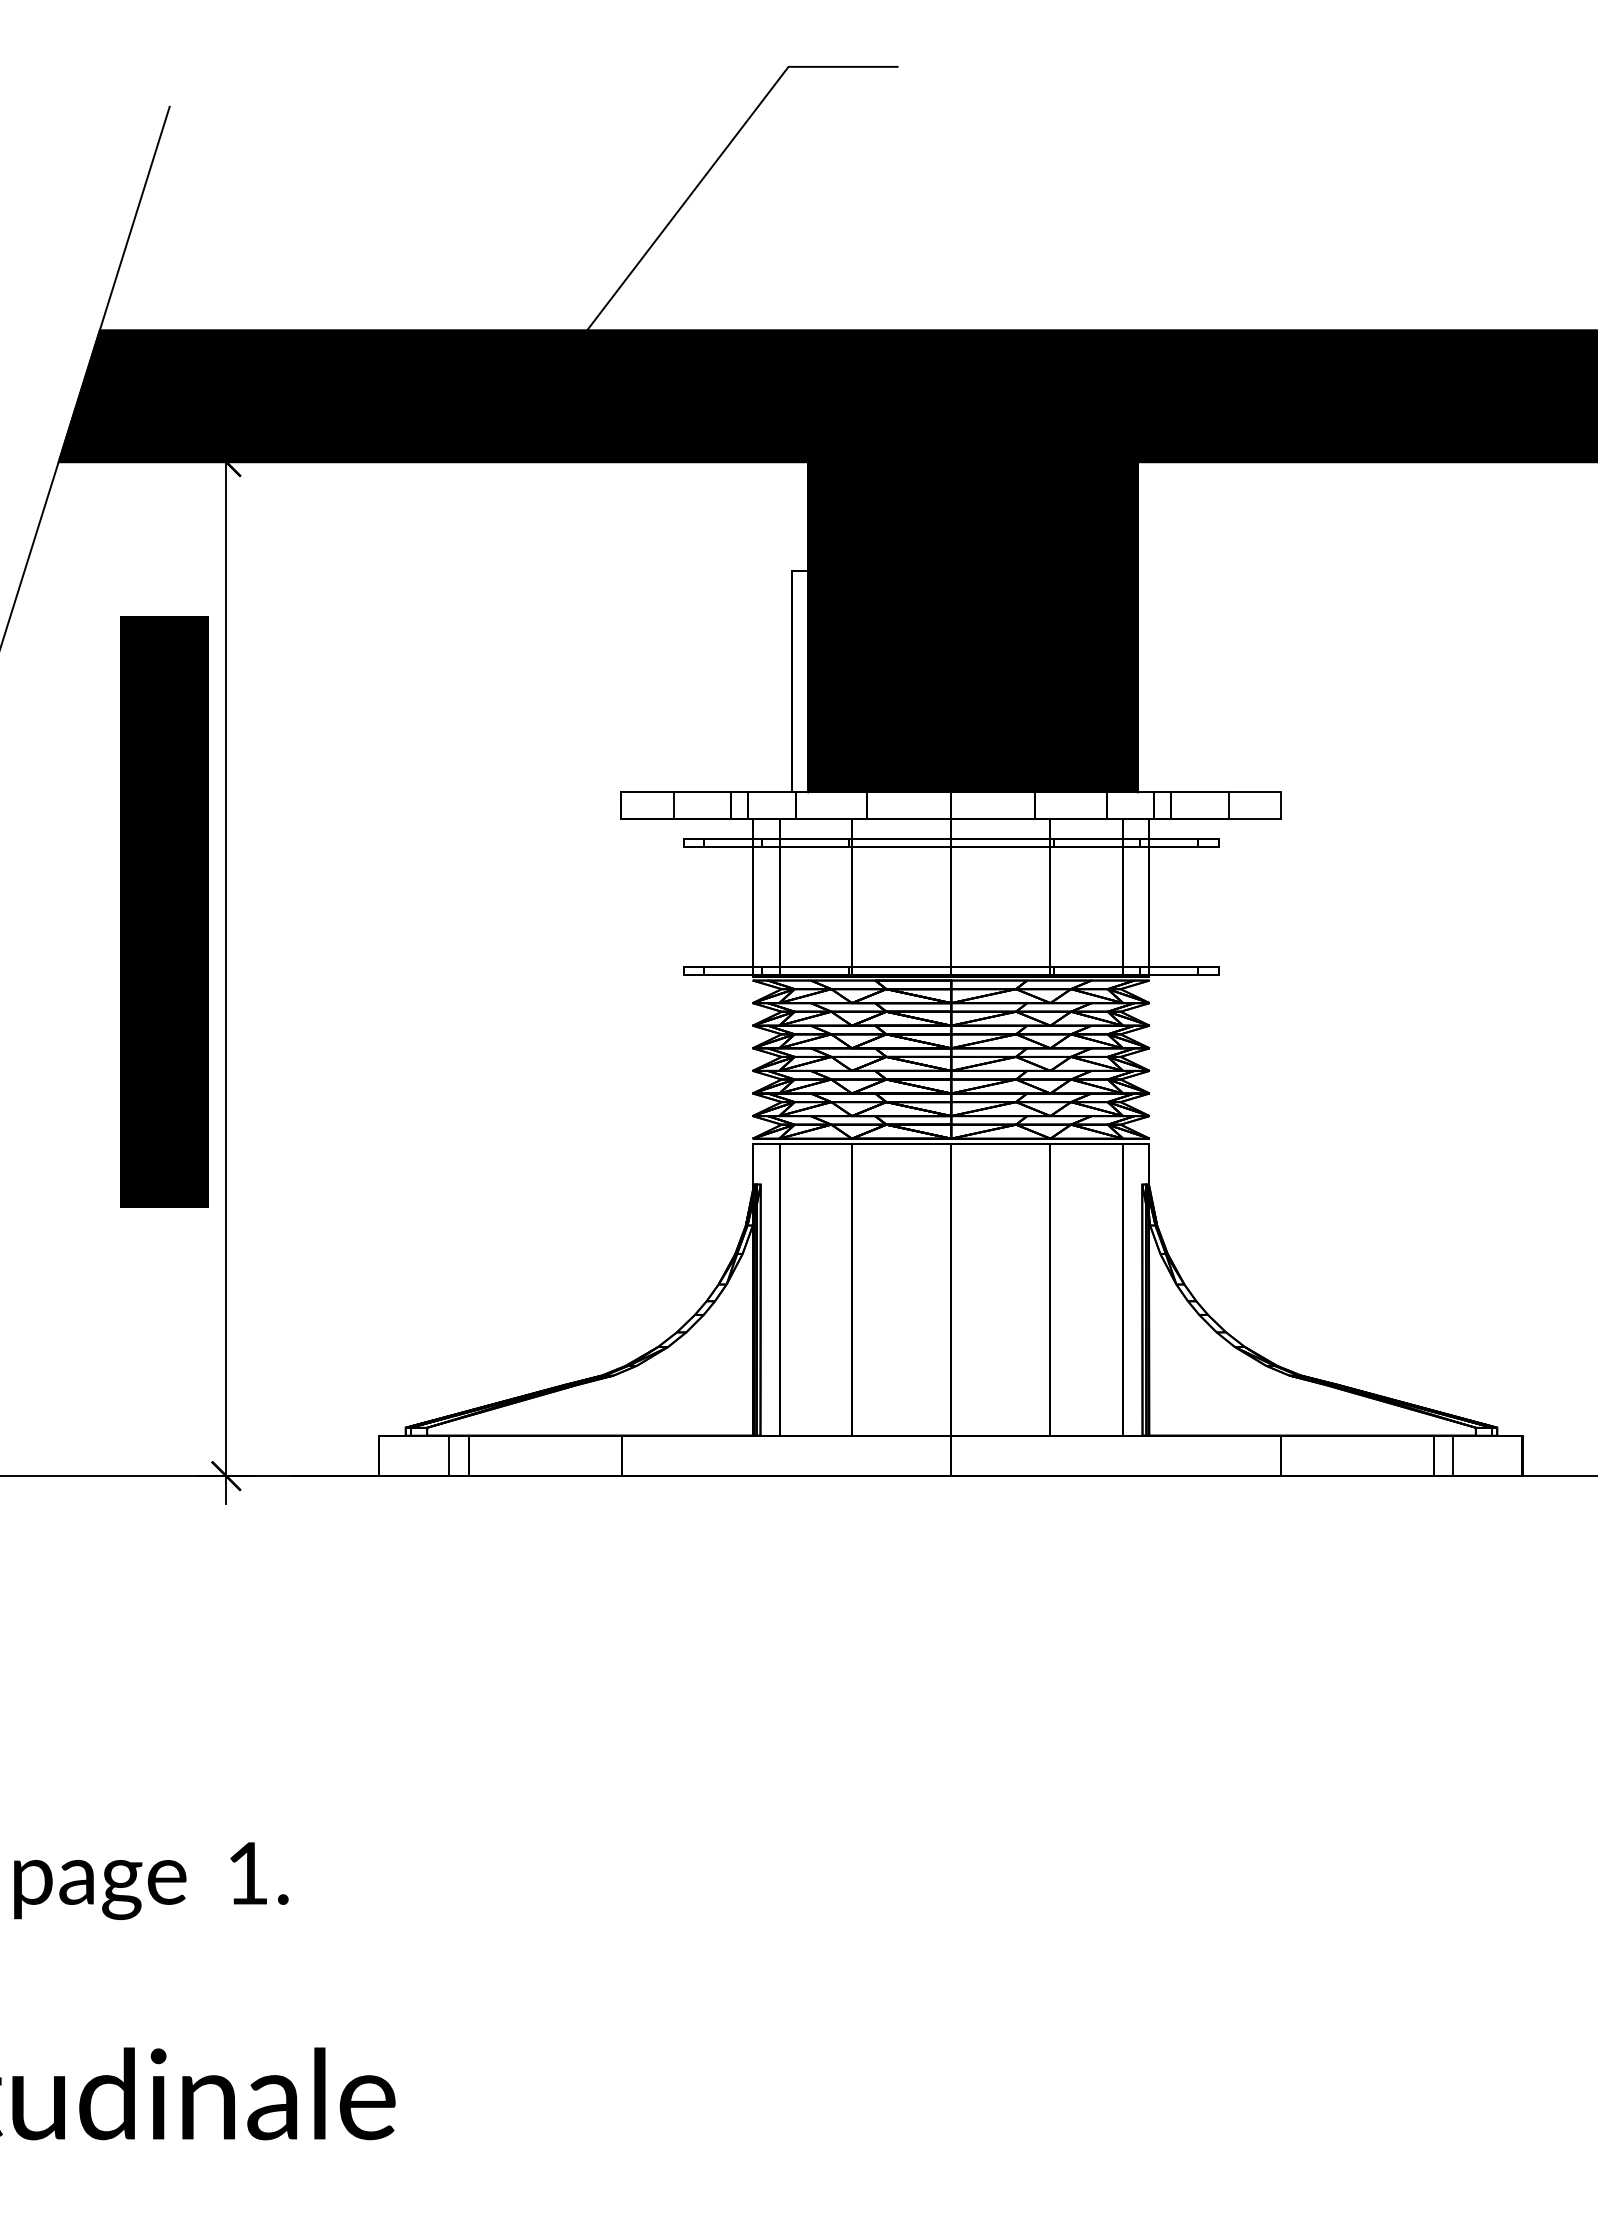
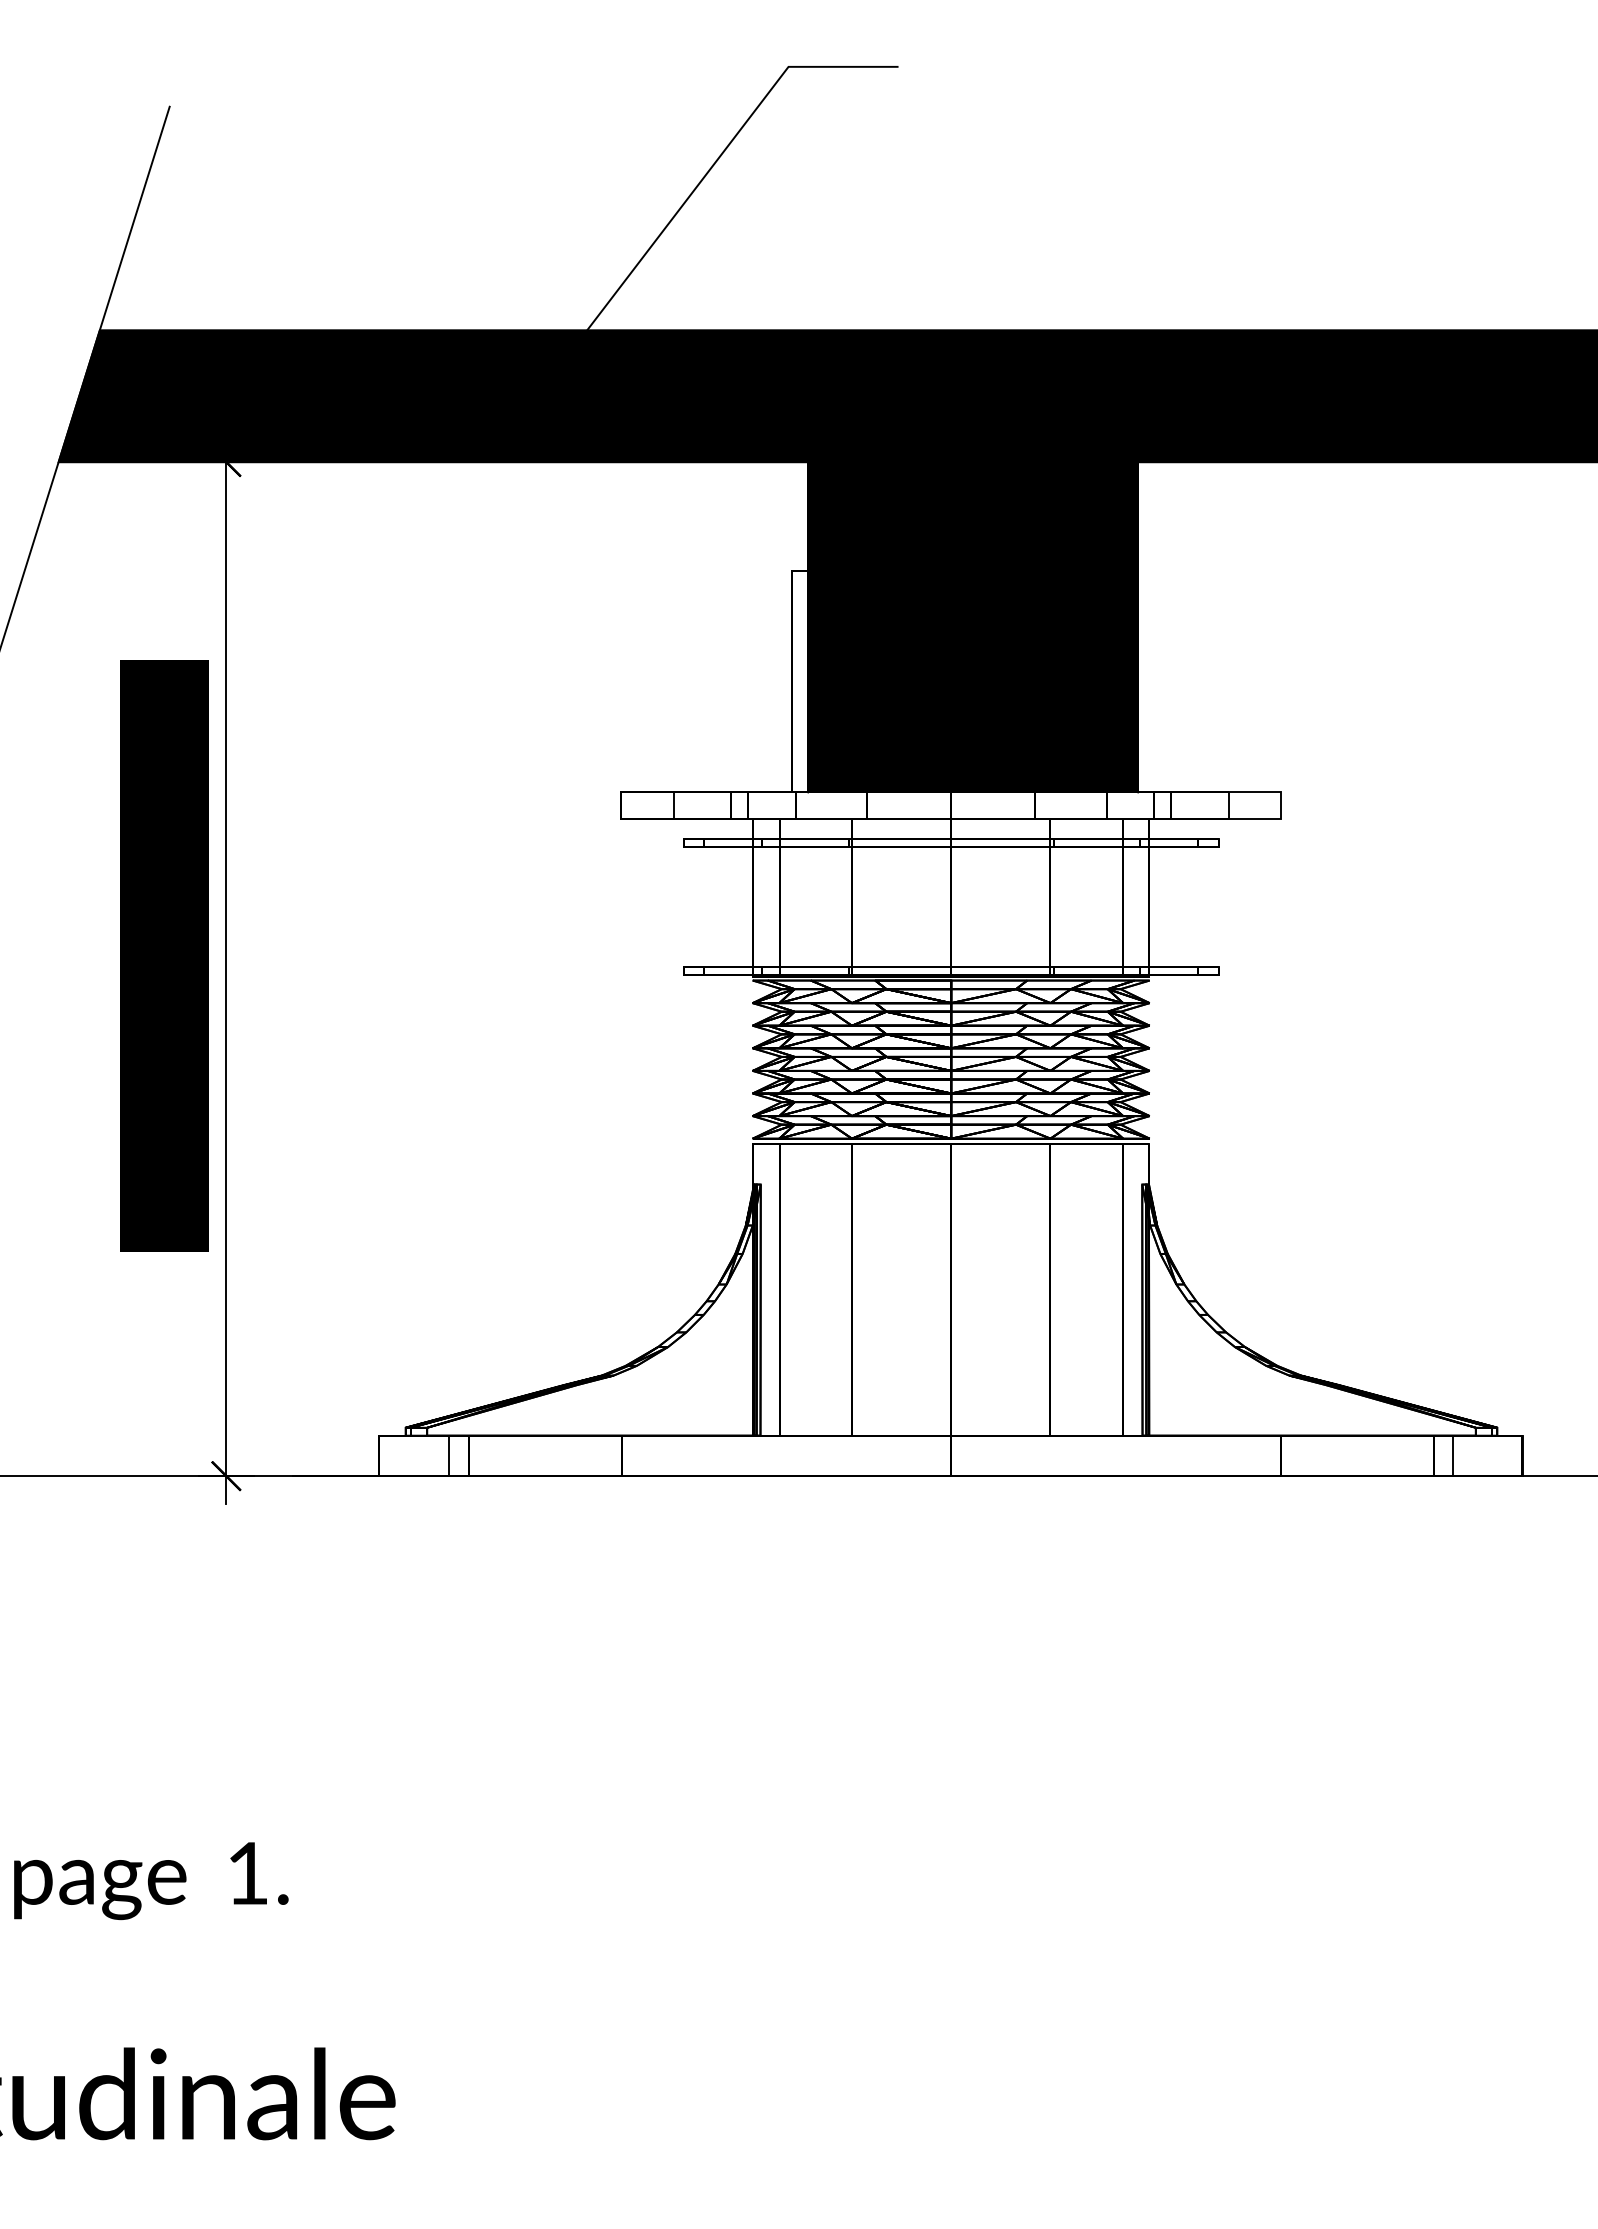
text at (164, 911) position: (164, 911) -> (164, 955)
